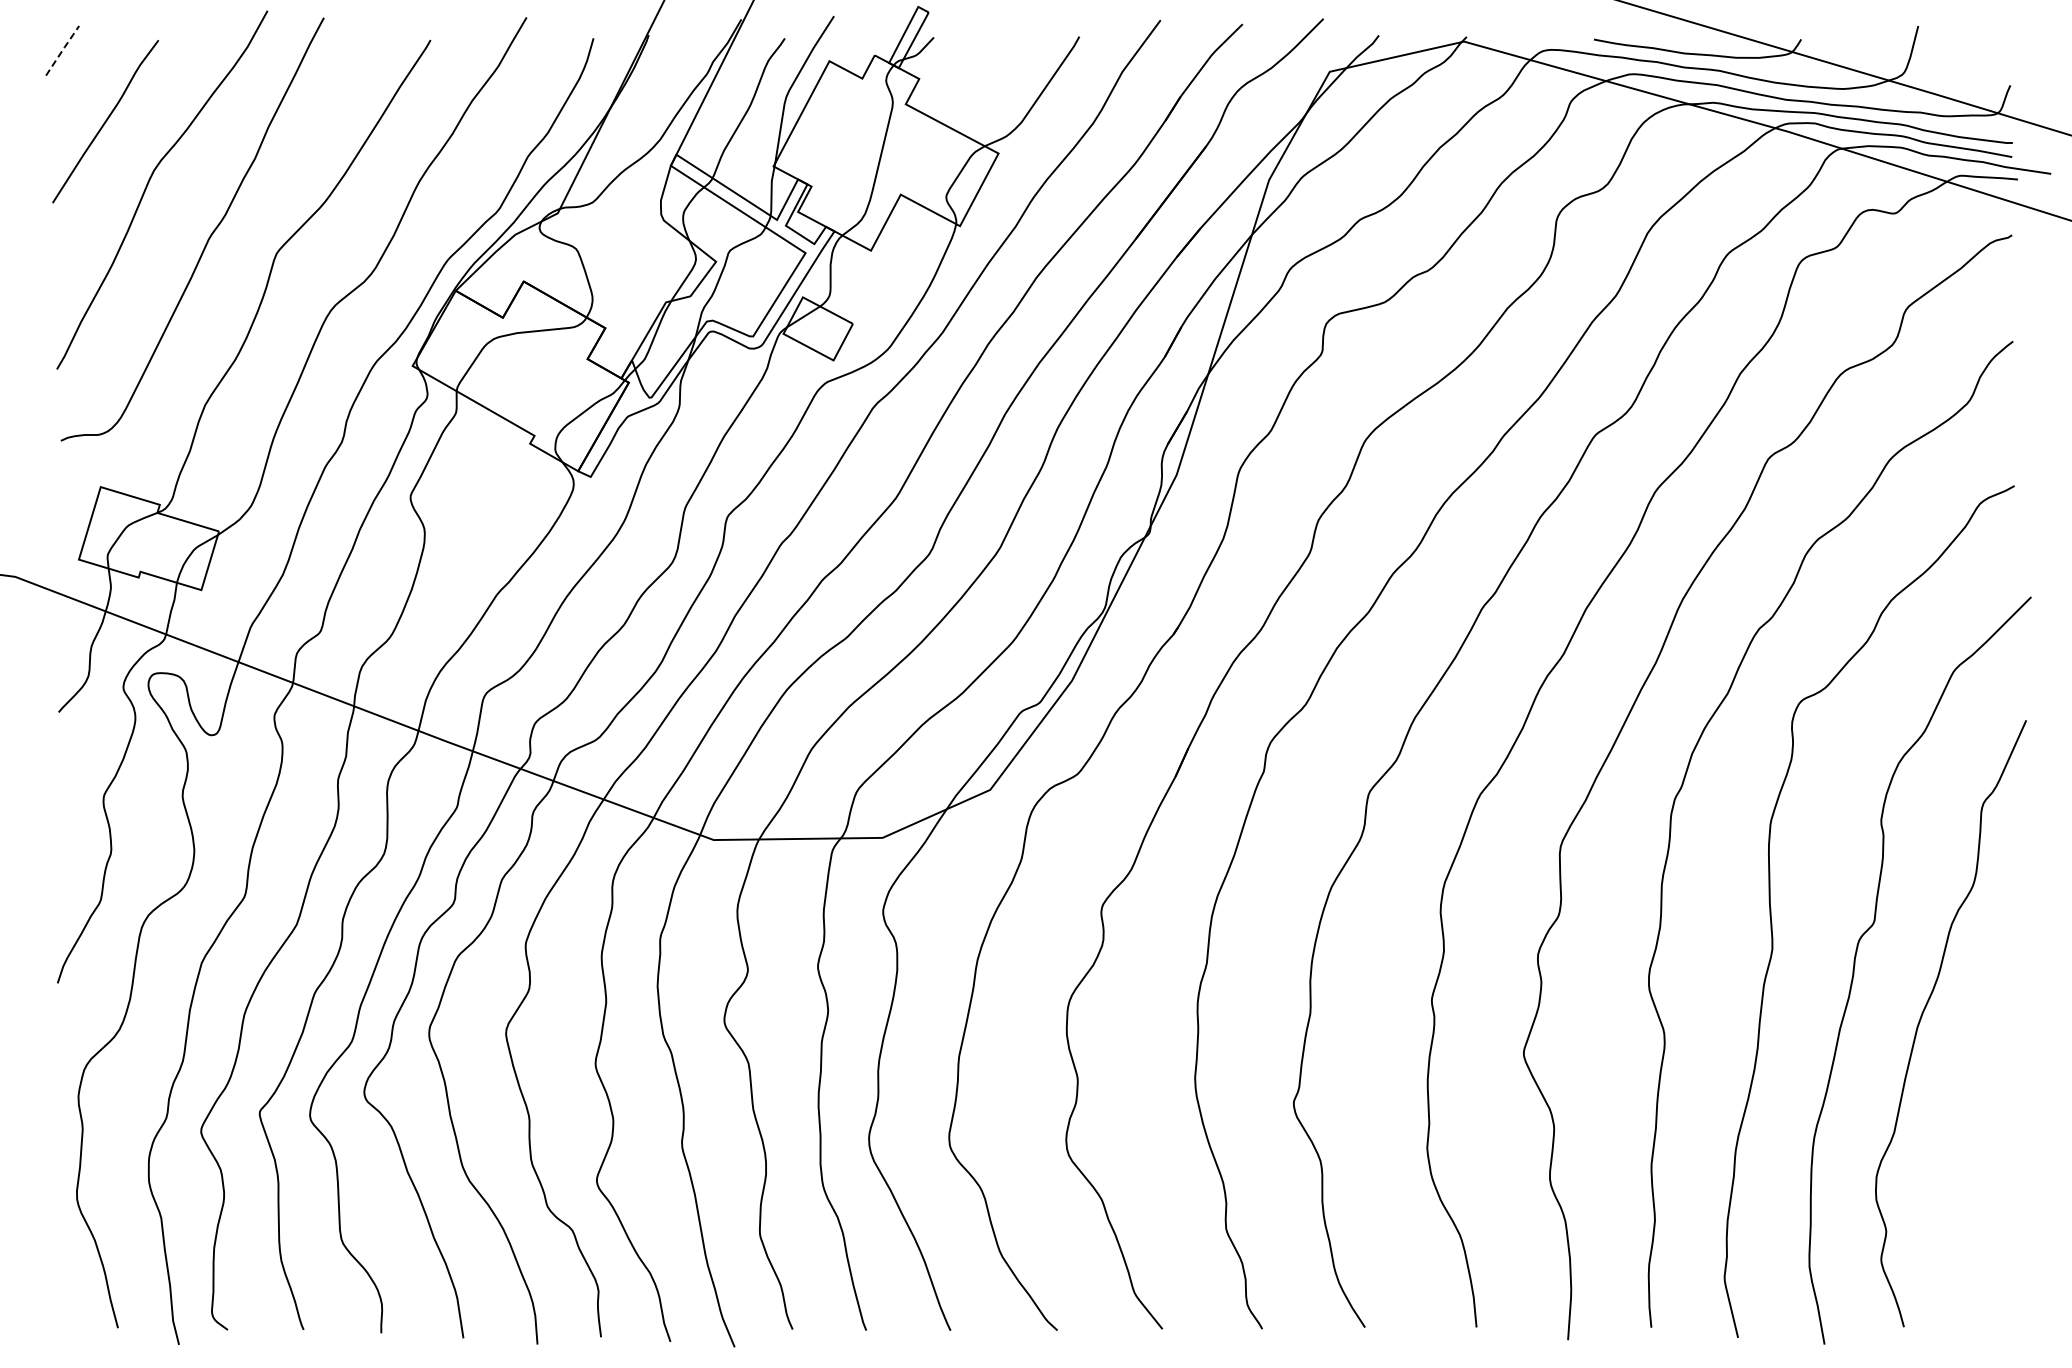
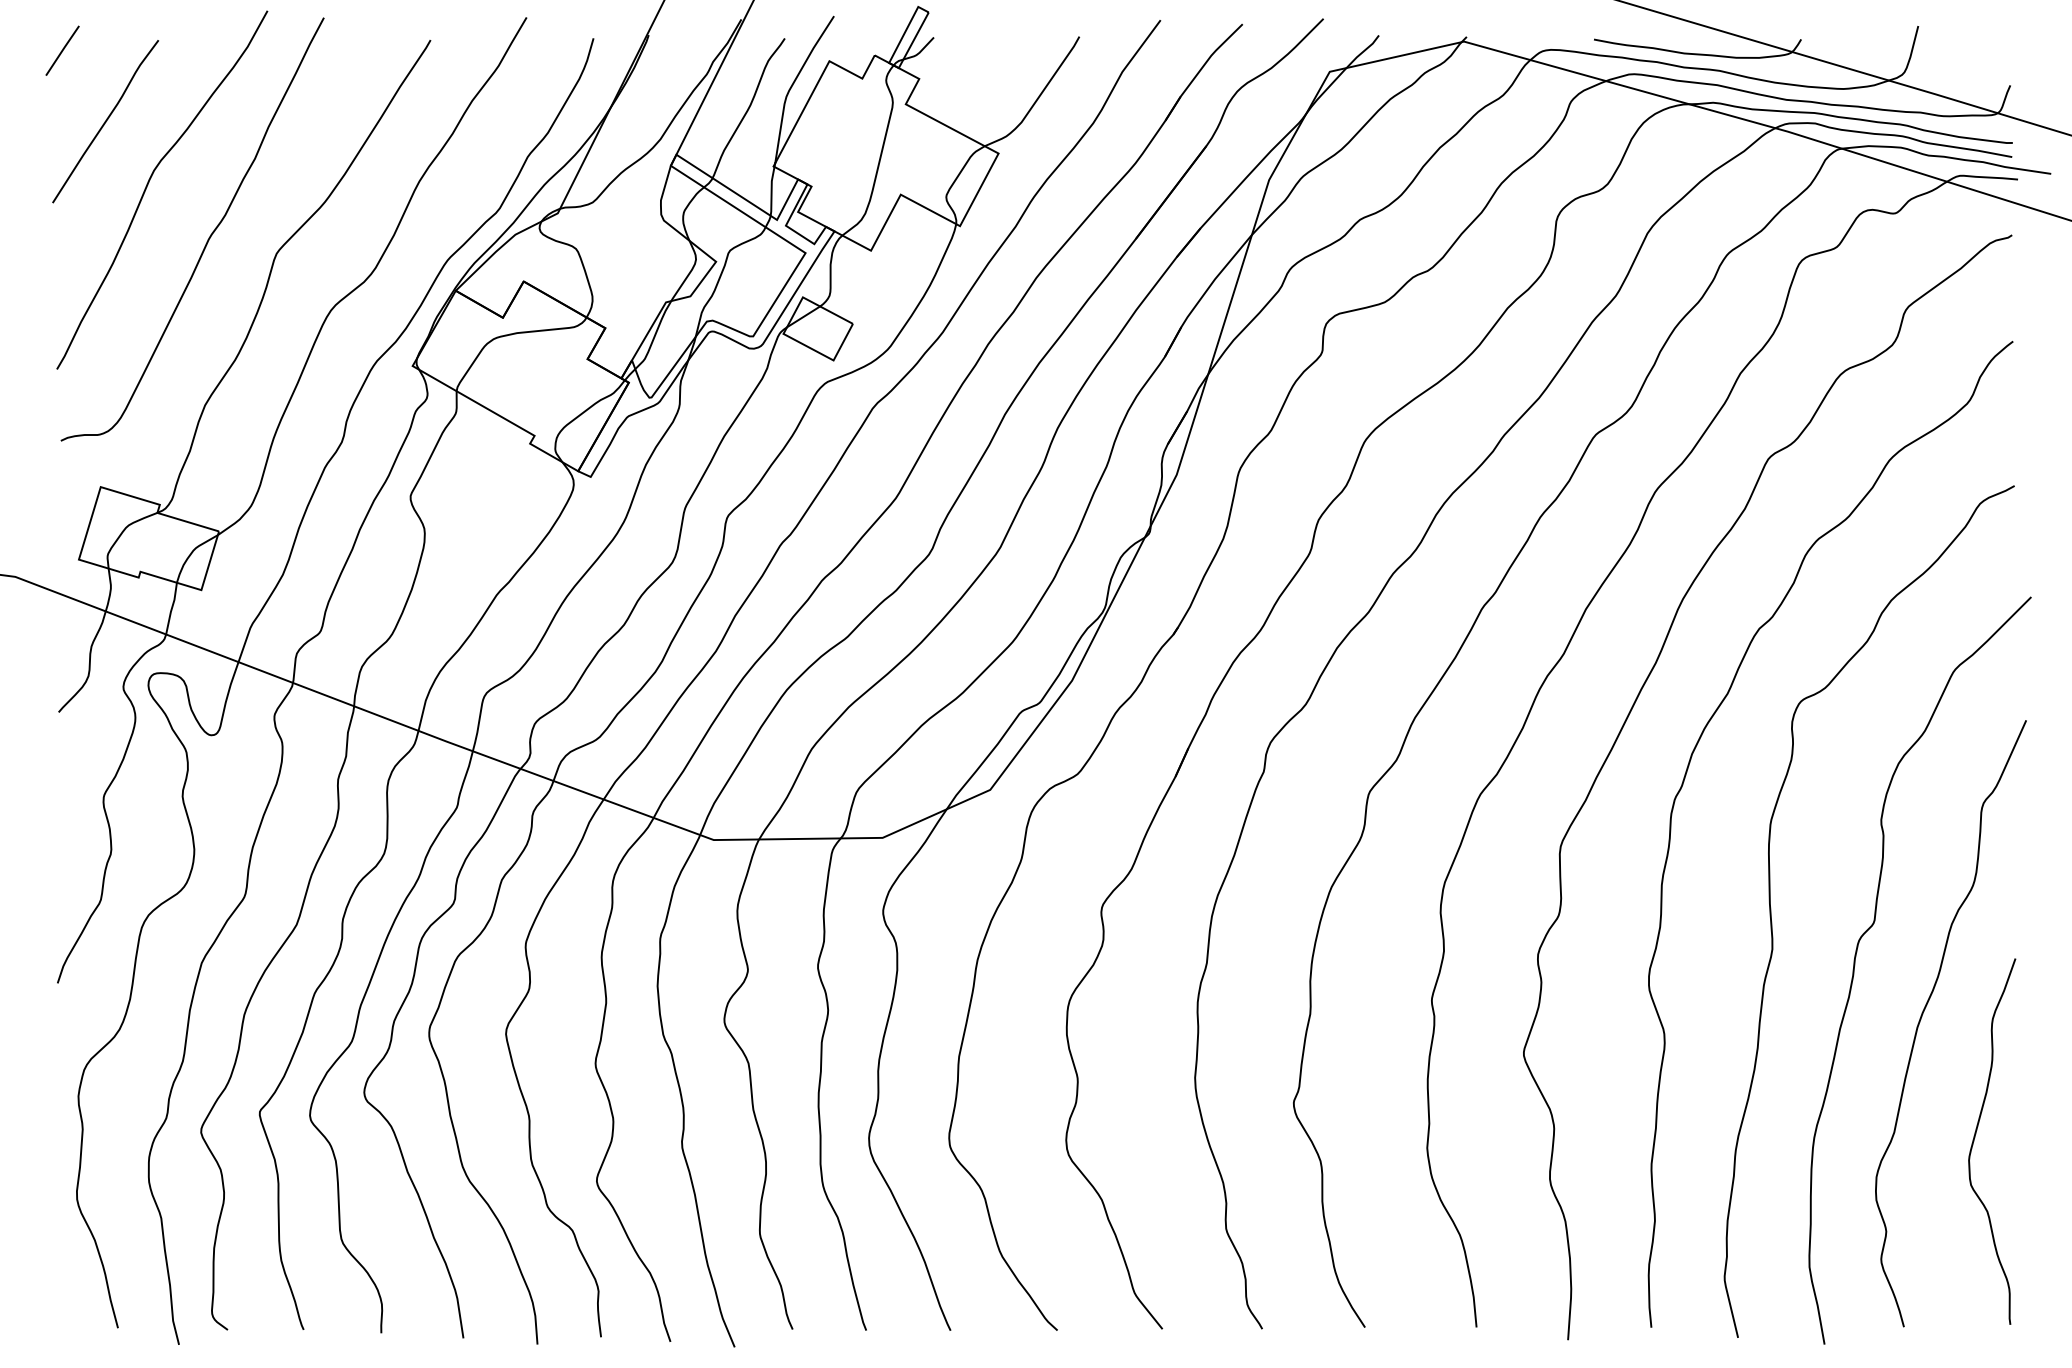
line at (63, 49): dashed -> solid
curve at (1976, 1134): none -> present
